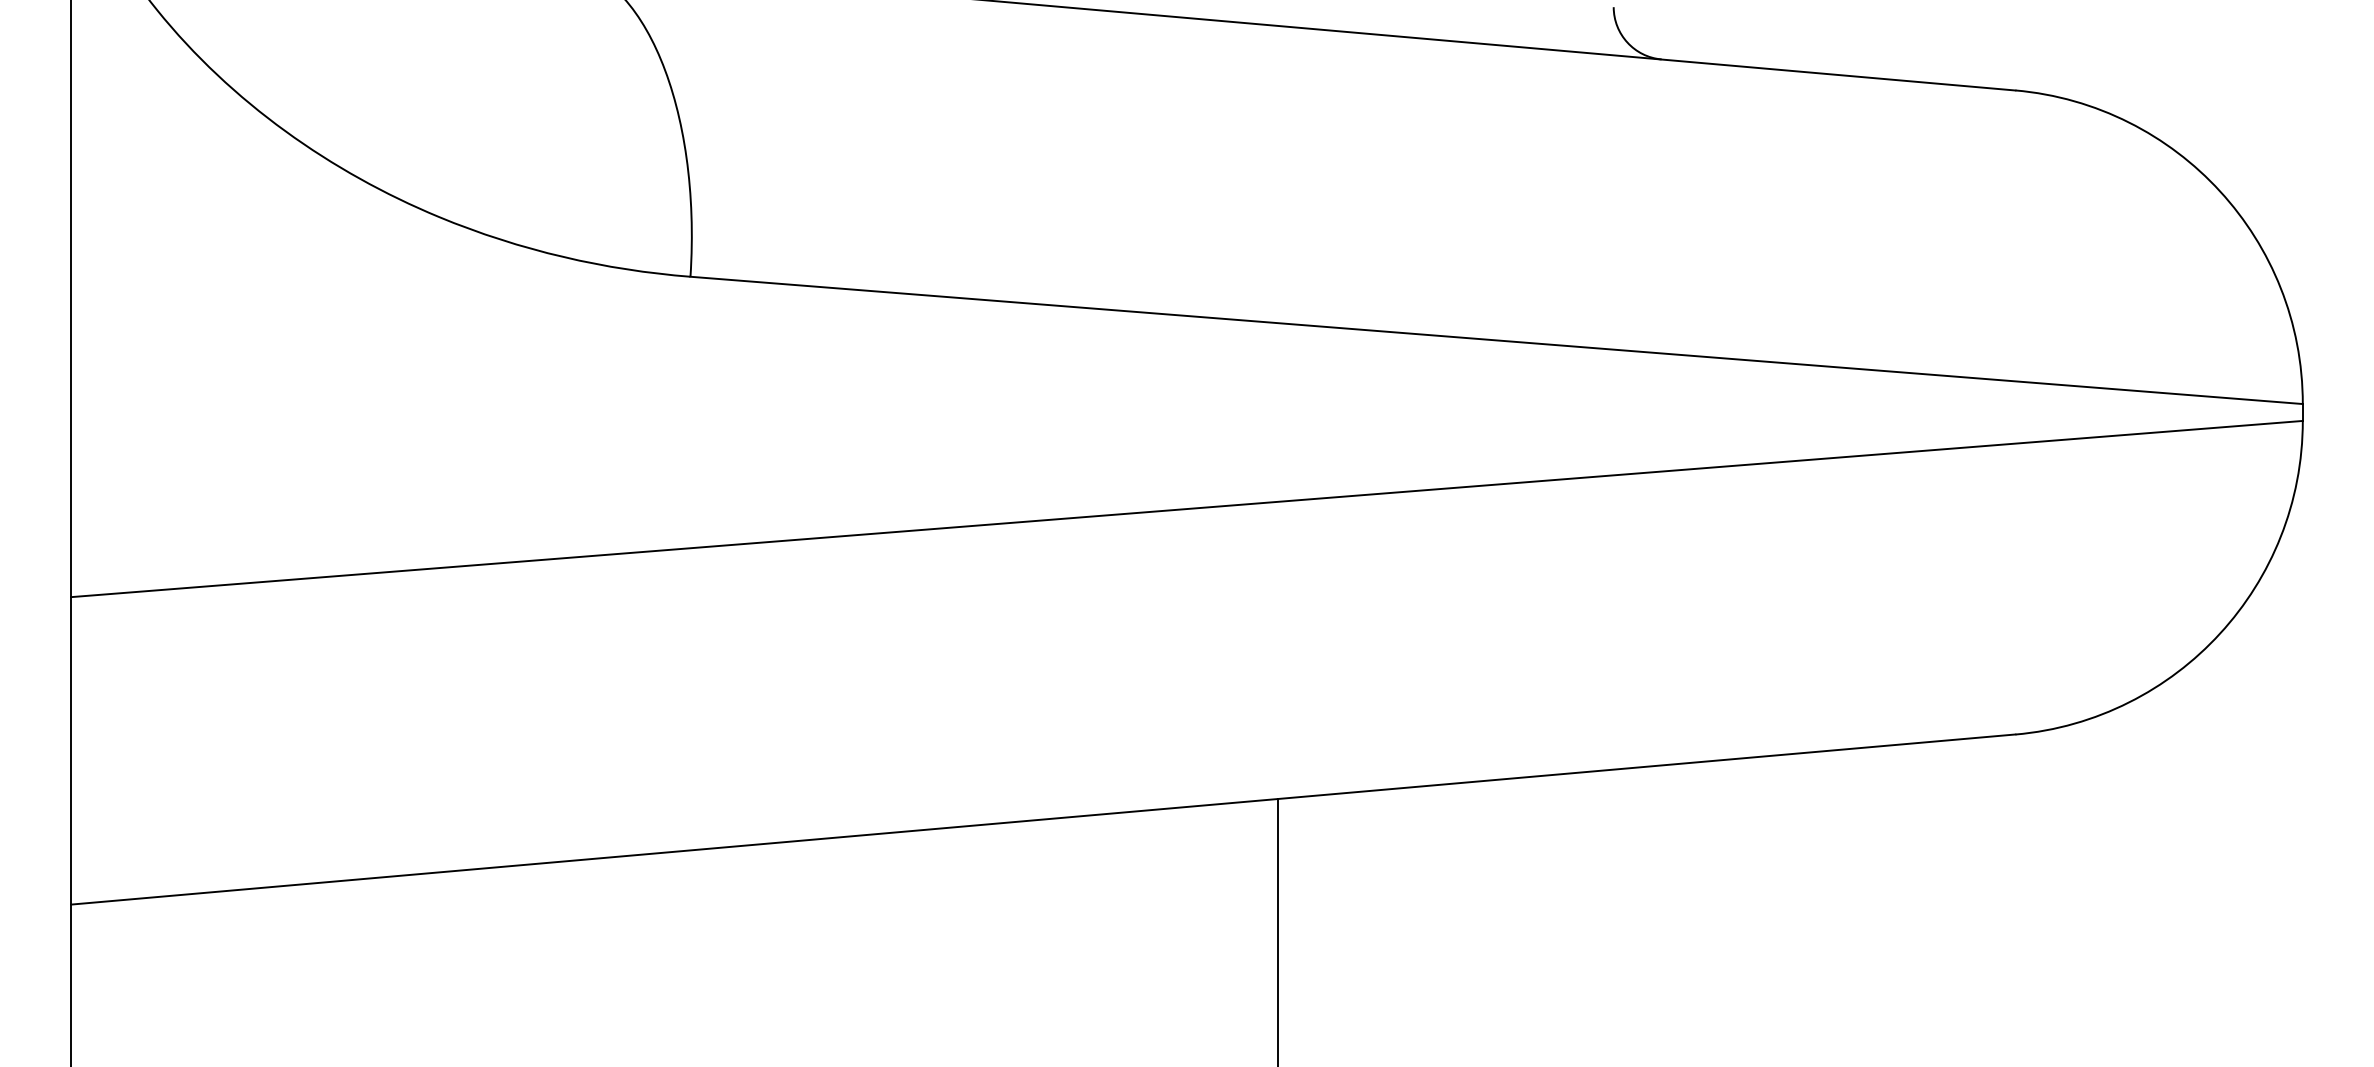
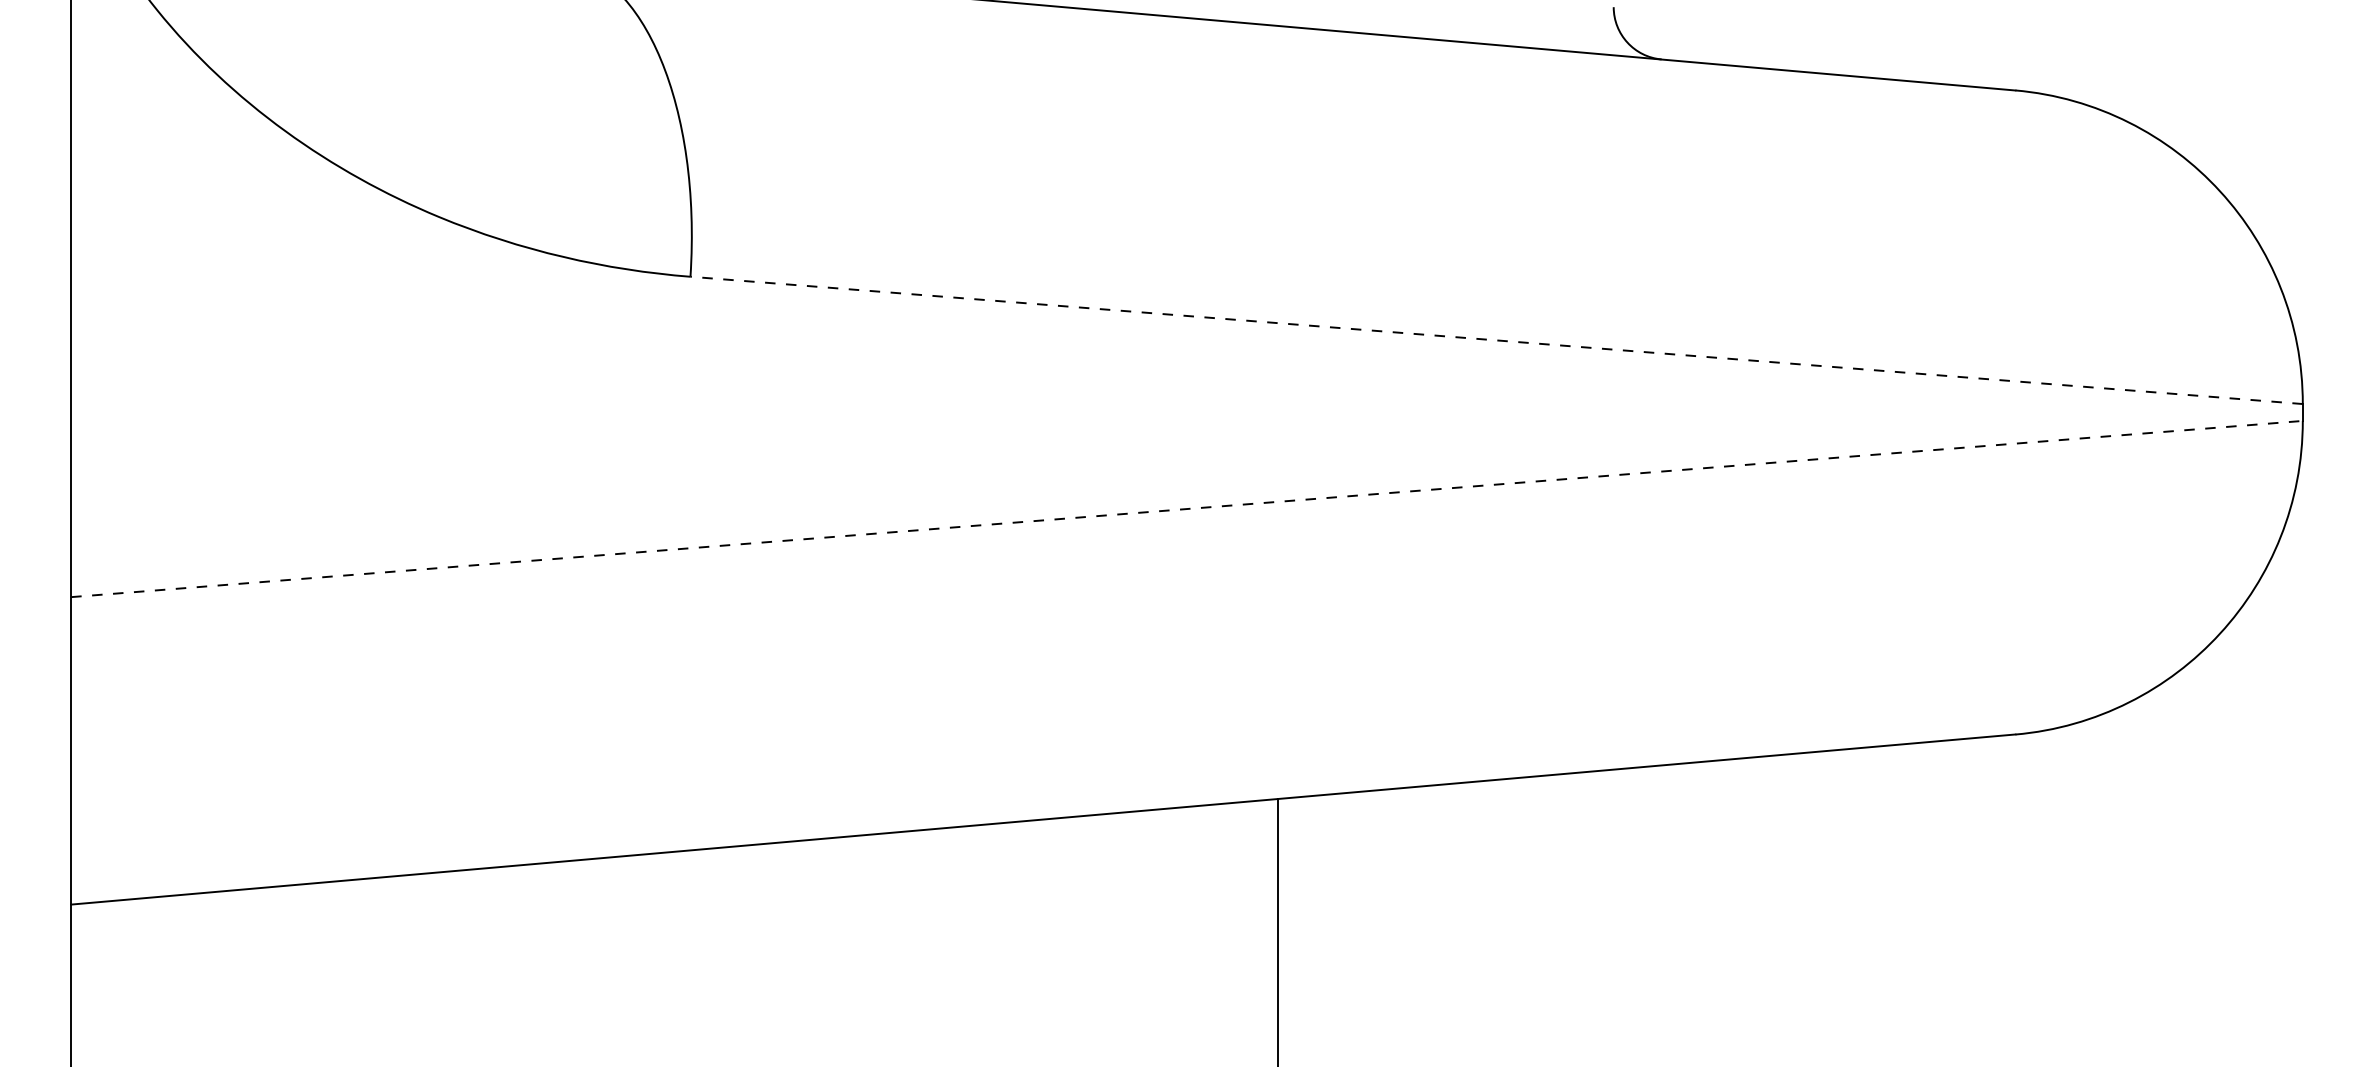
line at (1496, 340): solid -> dashed
line at (1187, 509): solid -> dashed
